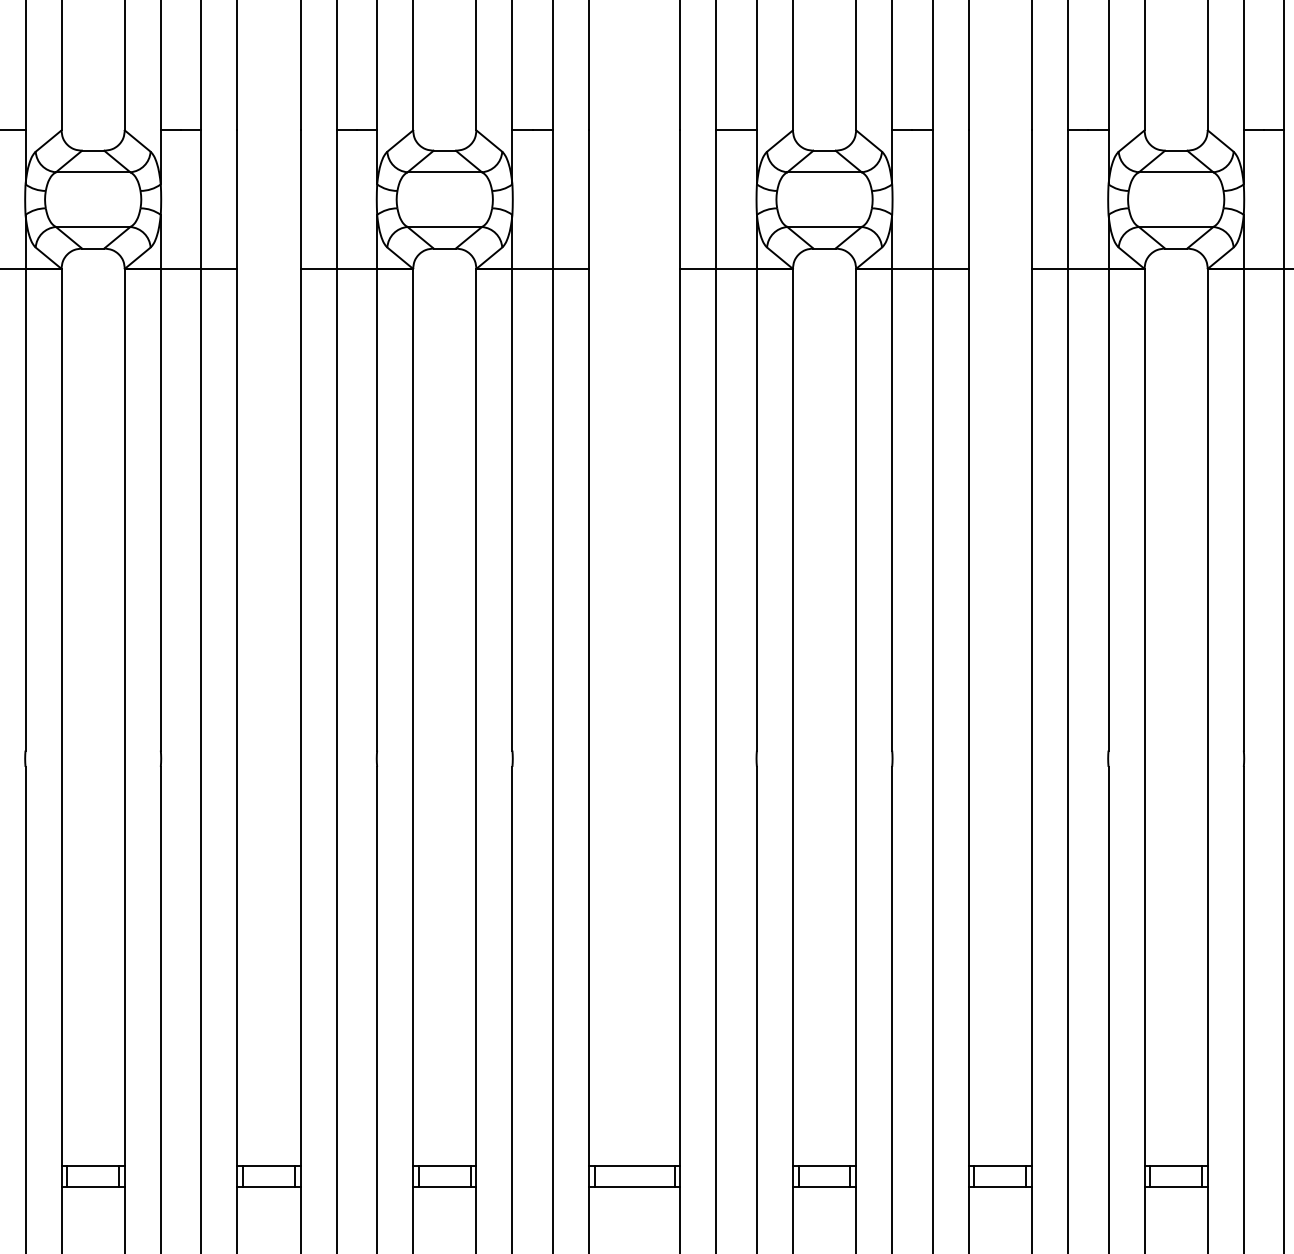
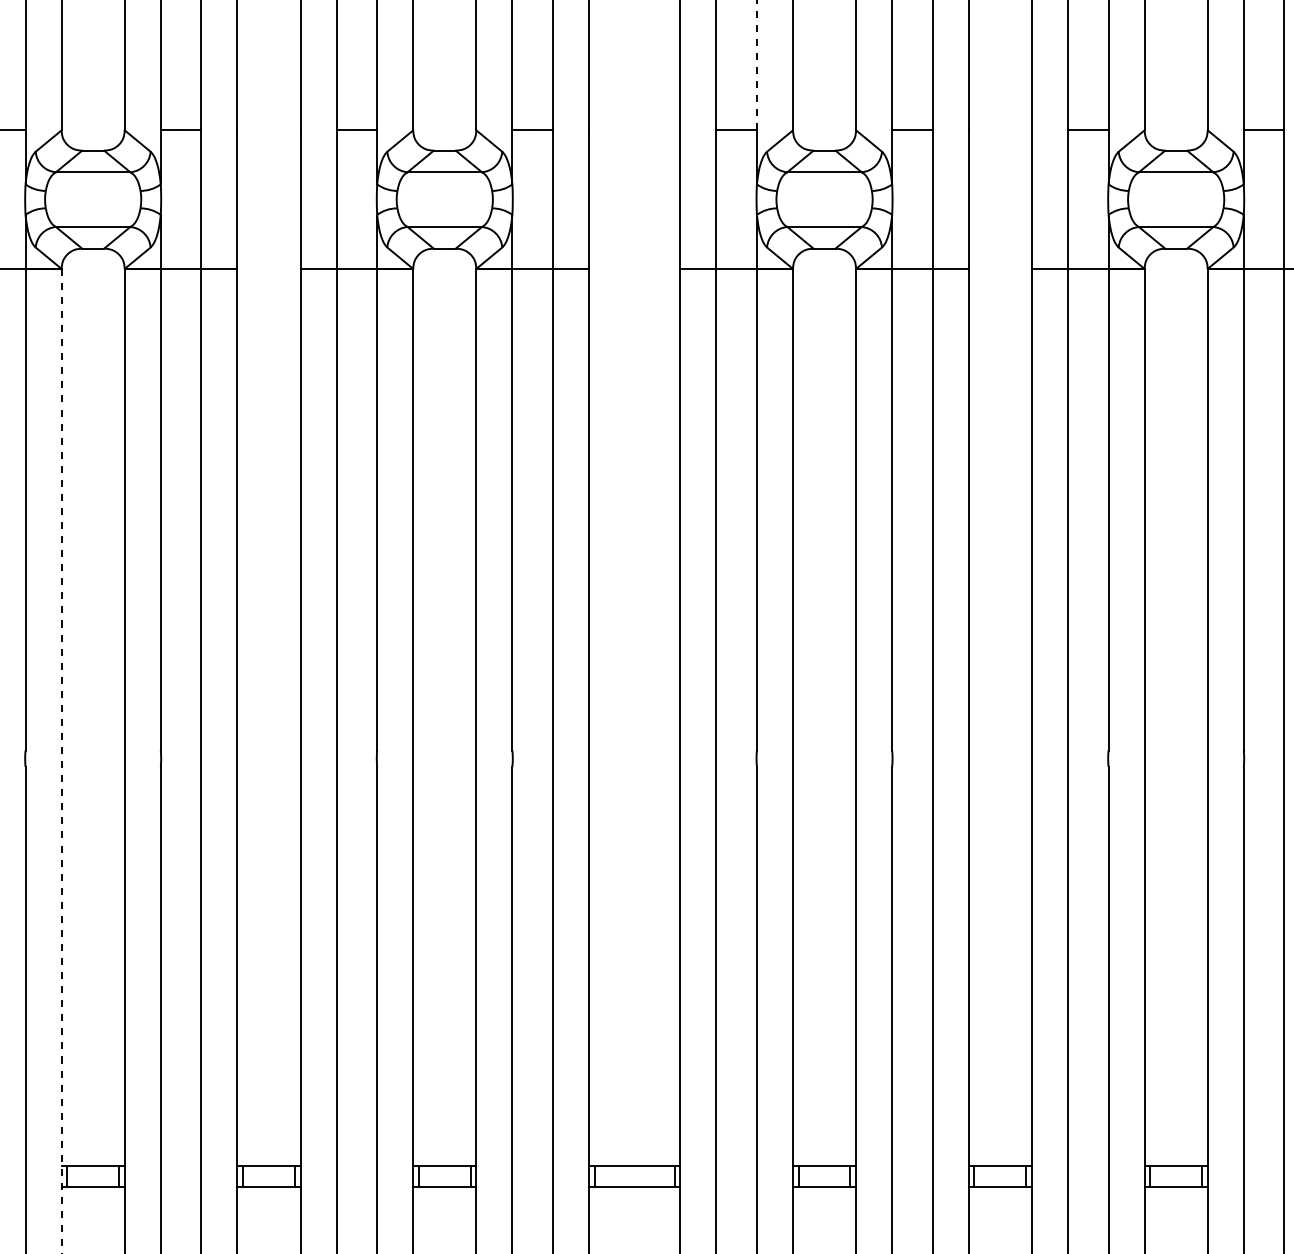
line at (756, 65): solid -> dashed
line at (61, 761): solid -> dashed
